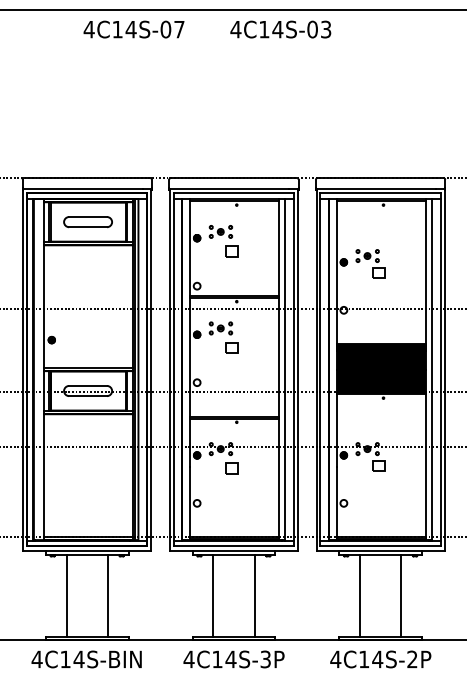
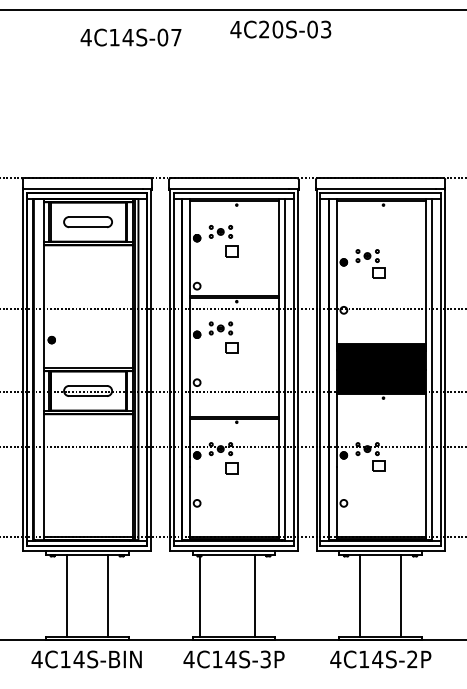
text at (133, 29) position: (133, 29) -> (130, 37)
text at (271, 29): 4C14S-03 -> 4C20S-03
line at (213, 595) position: (213, 595) -> (200, 595)
